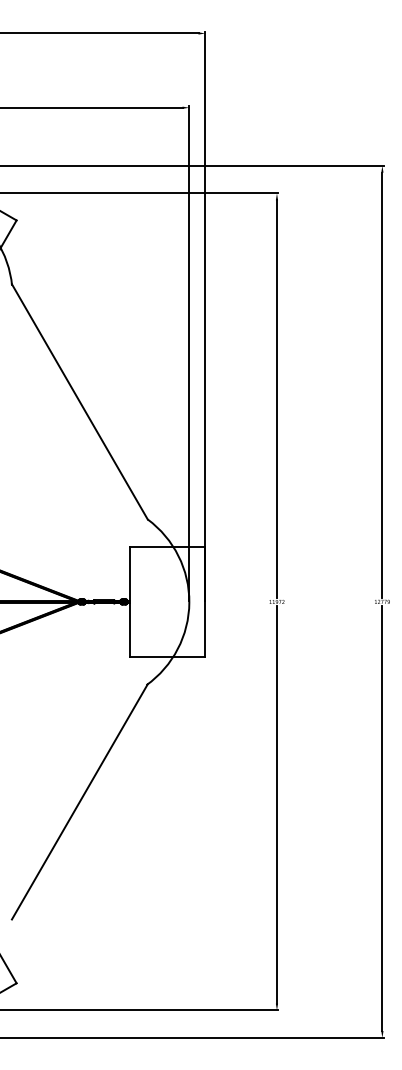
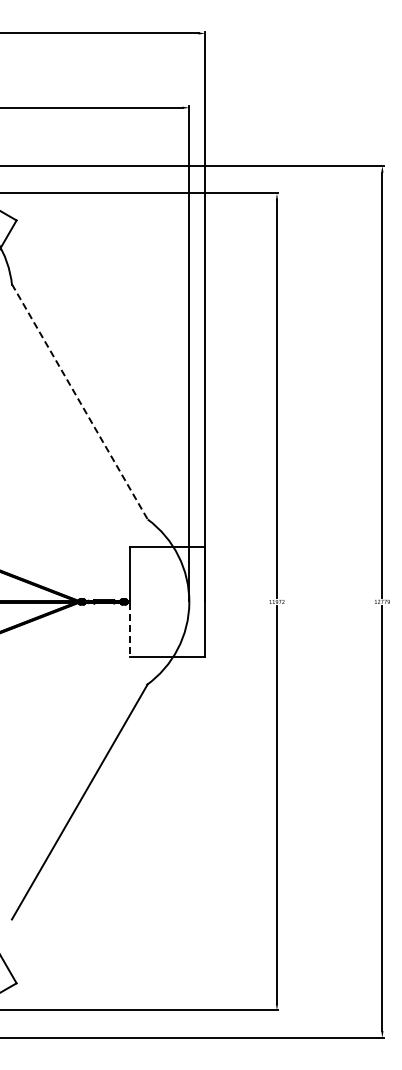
line at (79, 401): solid -> dashed
line at (130, 629): solid -> dashed
